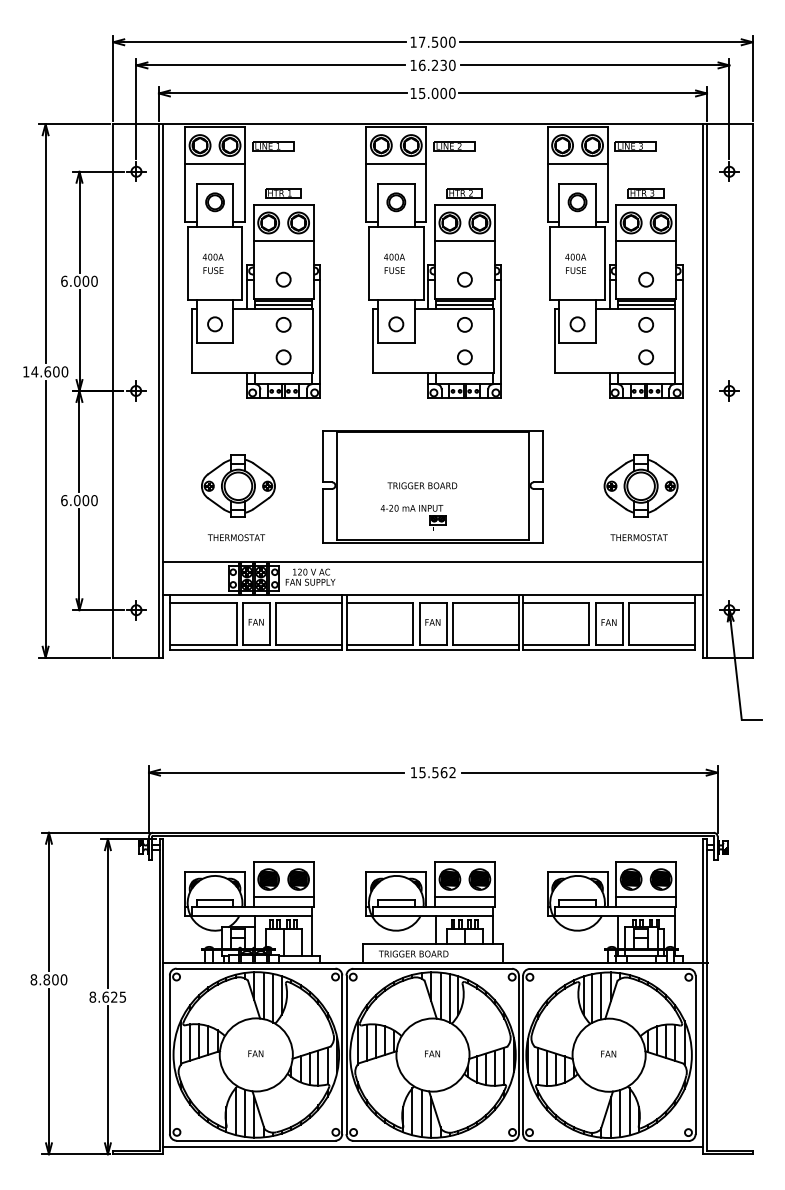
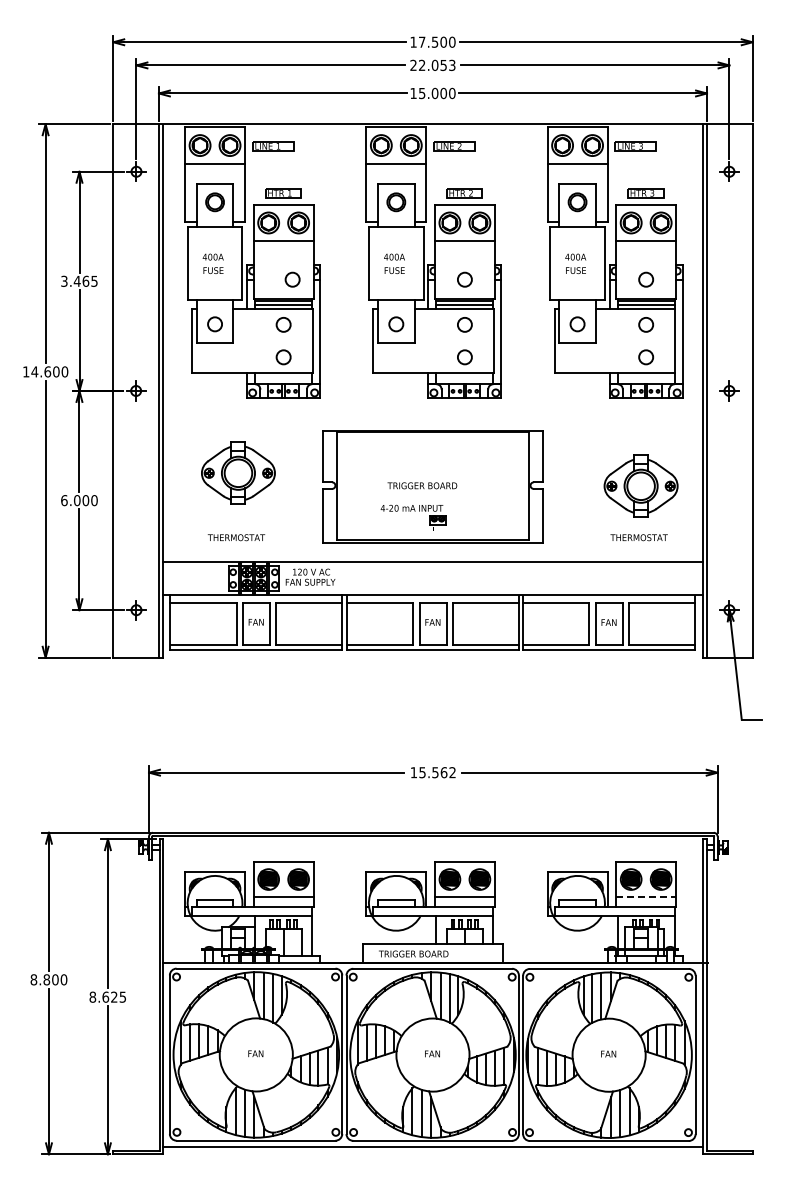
text at (432, 65): 16.230 -> 22.053
circle at (283, 279) position: (283, 279) -> (292, 279)
text at (79, 280): 6.000 -> 3.465
part at (238, 485) position: (238, 485) -> (238, 472)
line at (646, 897): solid -> dashed
